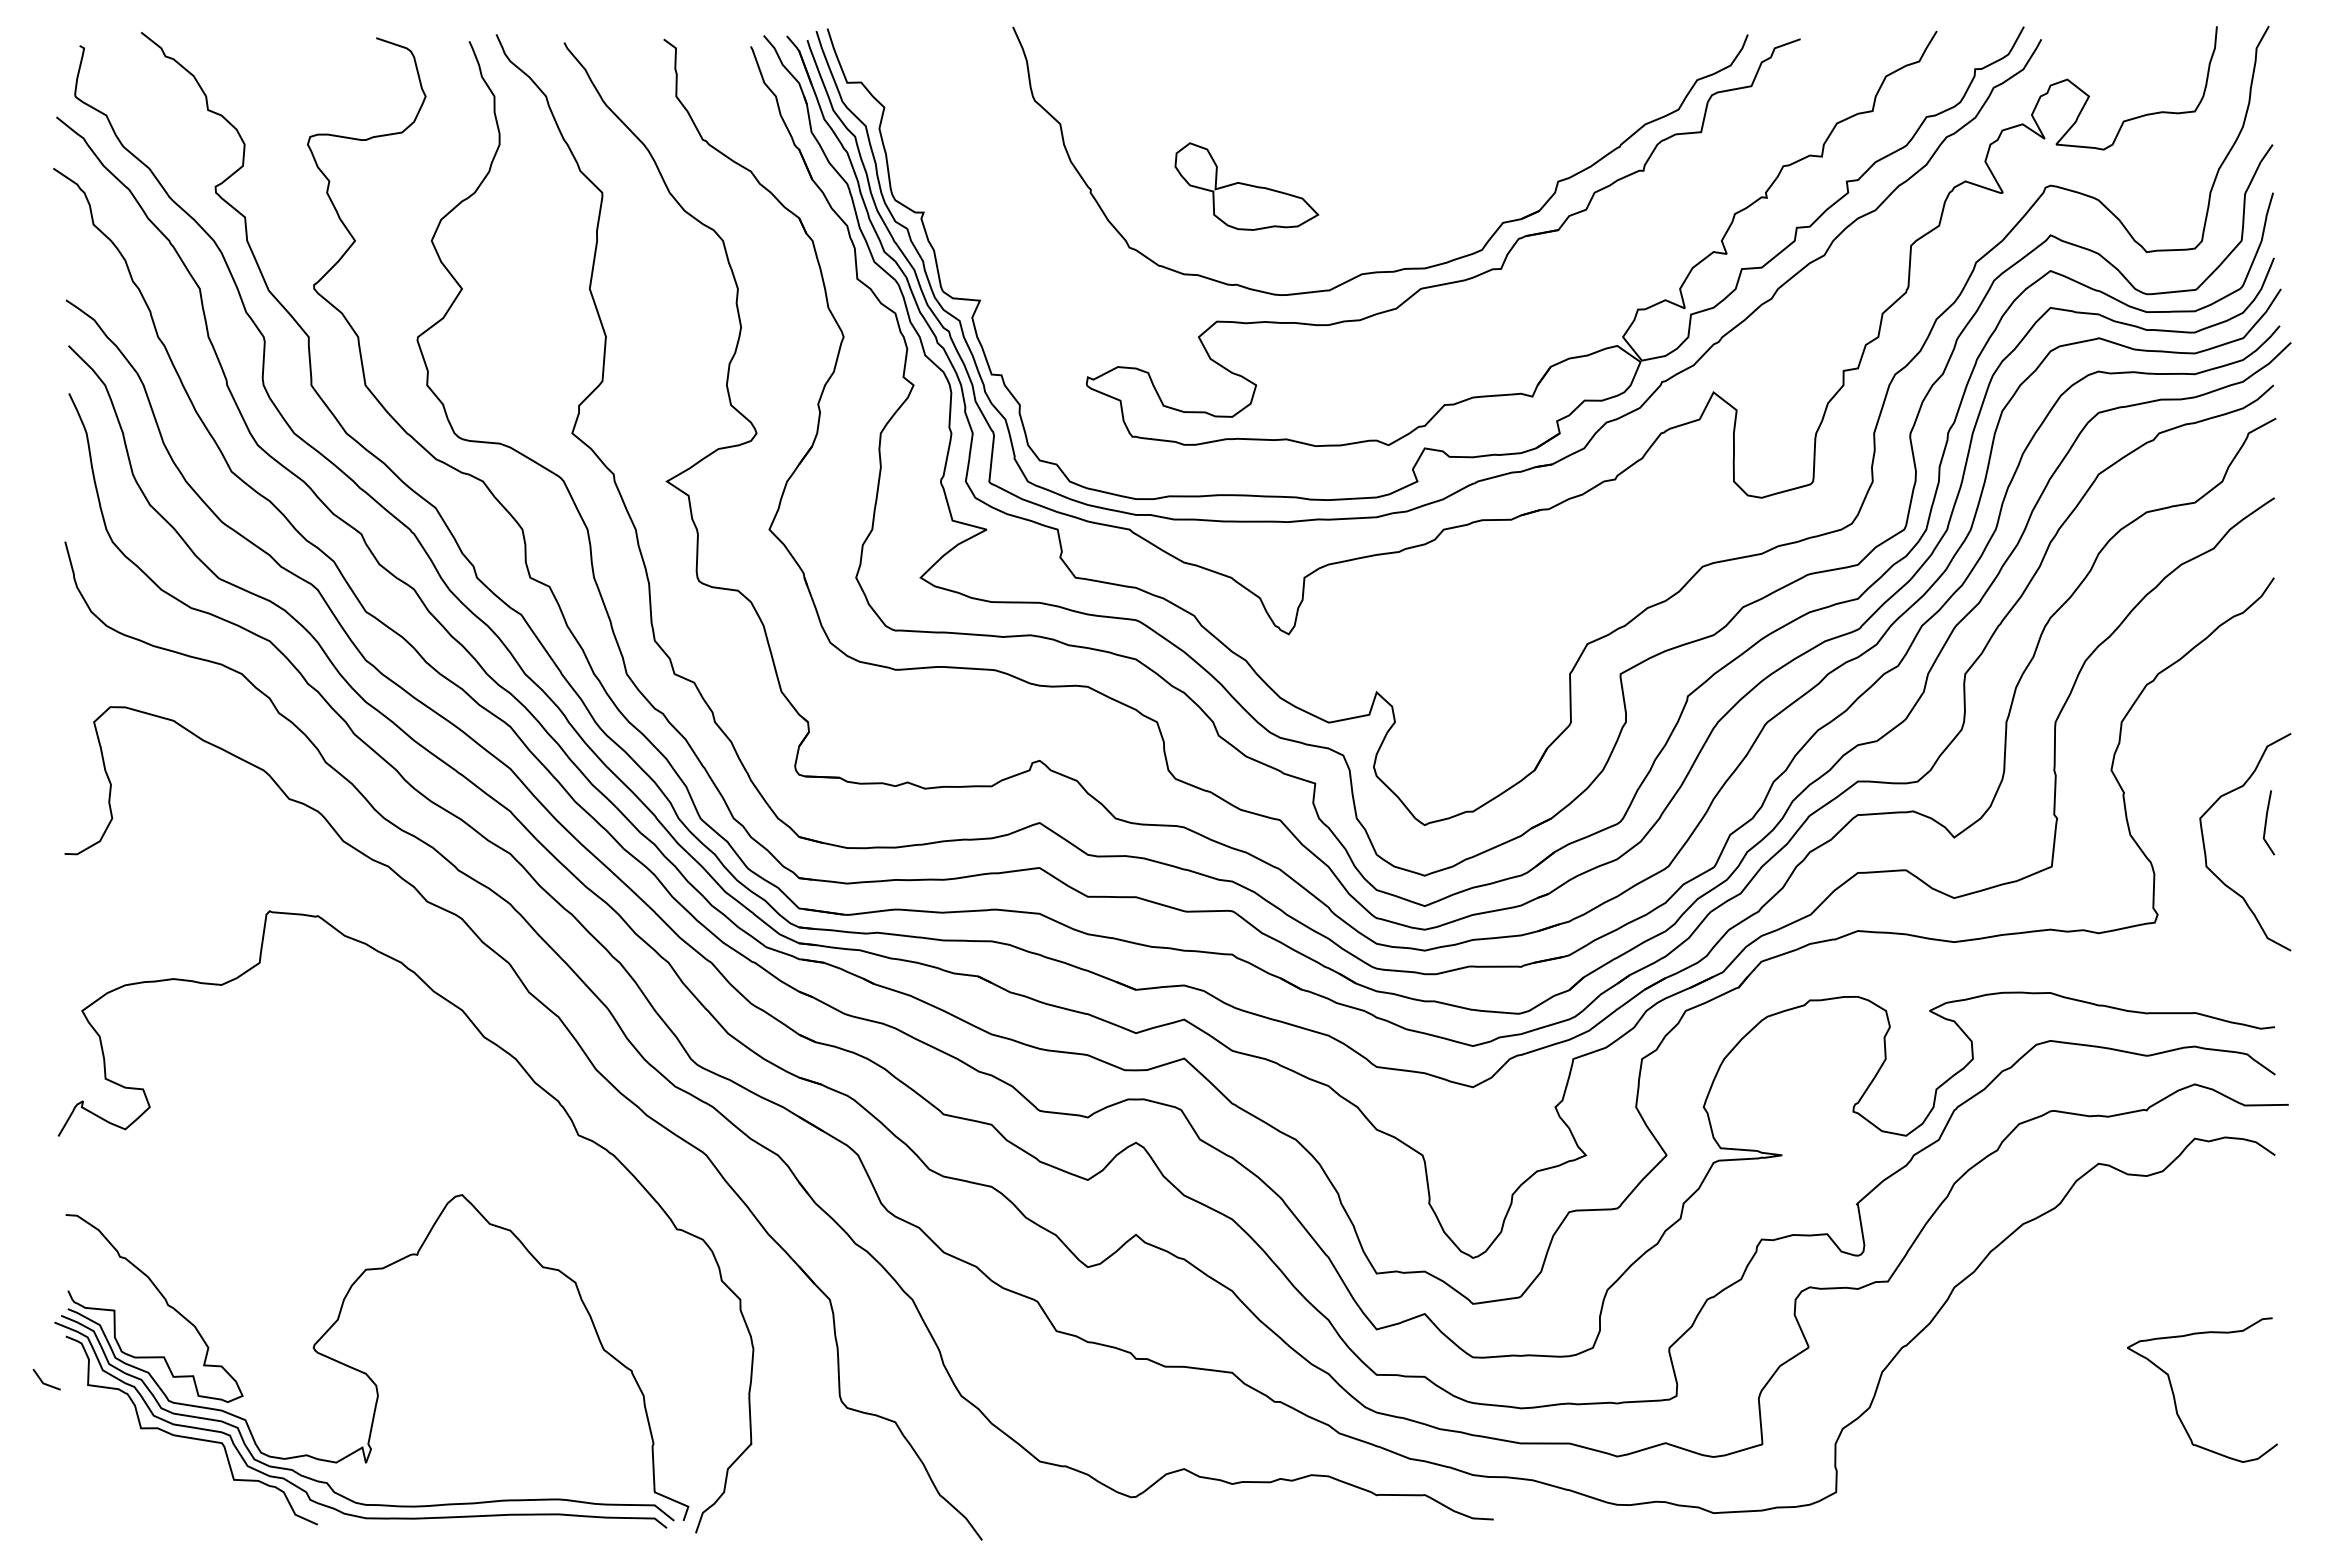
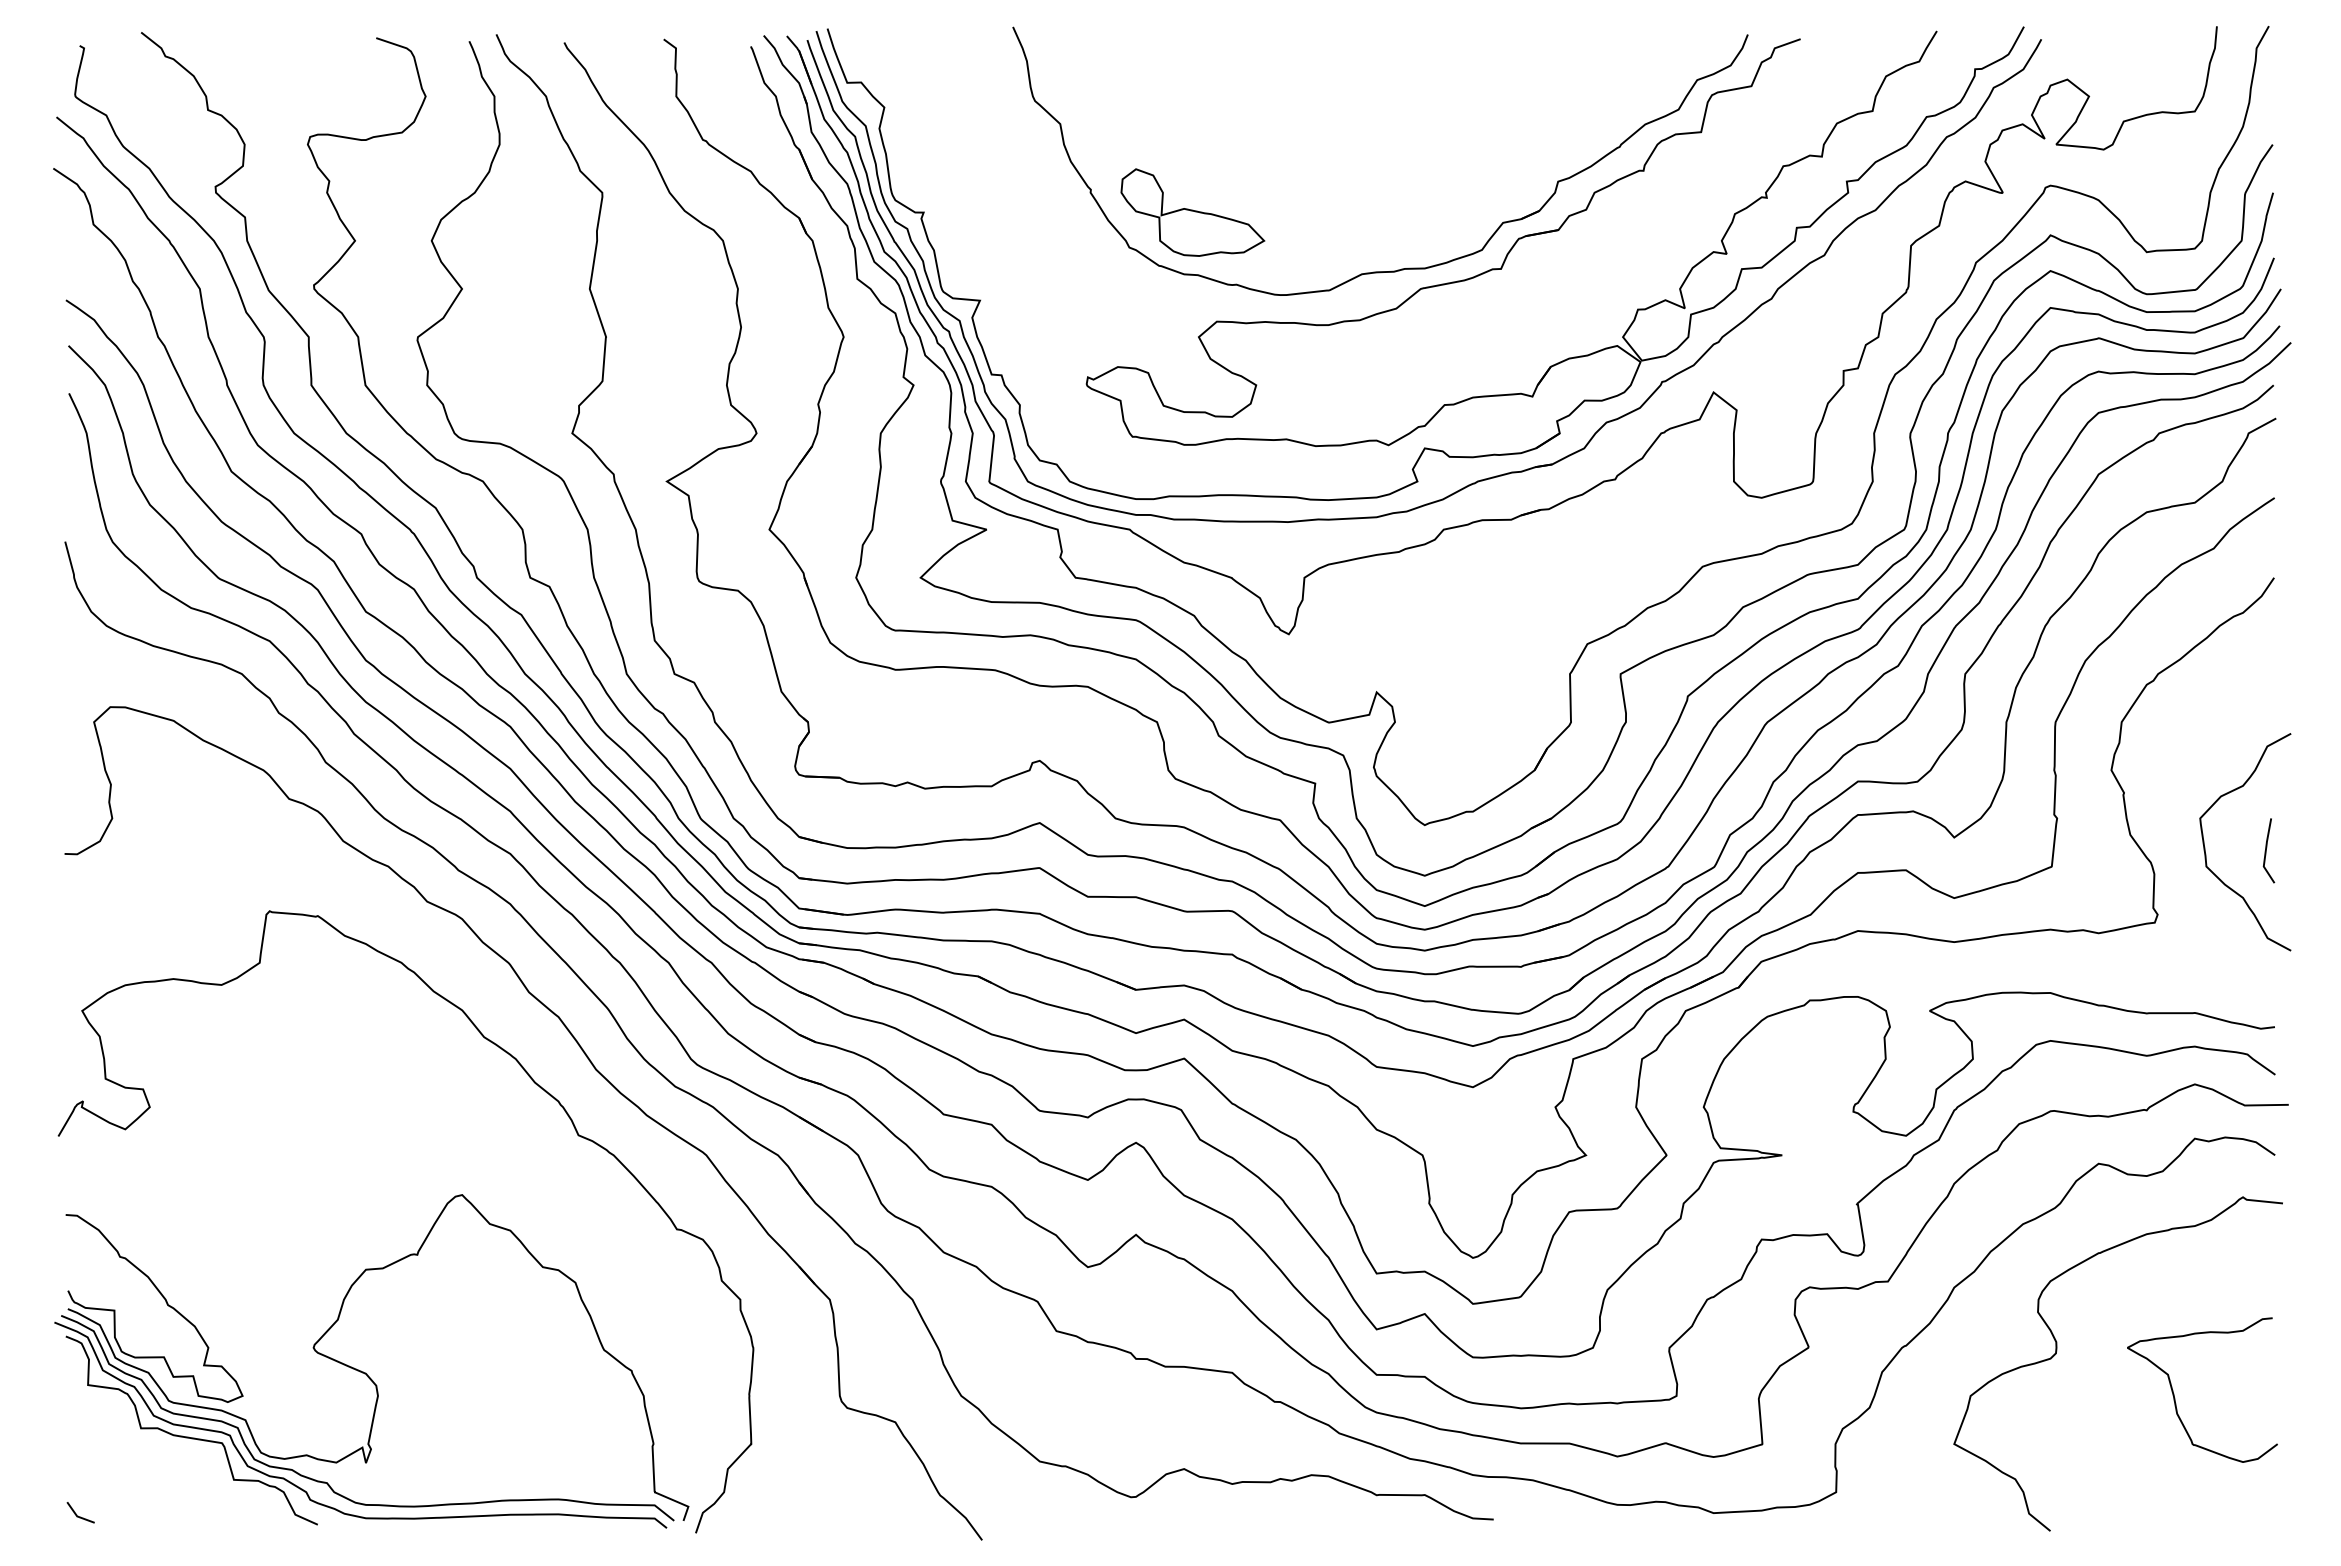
part at (1246, 186) position: (1246, 186) -> (1192, 212)
line at (2266, 822) position: (2266, 822) -> (2266, 850)
curve at (2057, 1351): none -> present
line at (43, 1381) position: (43, 1381) -> (77, 1514)
